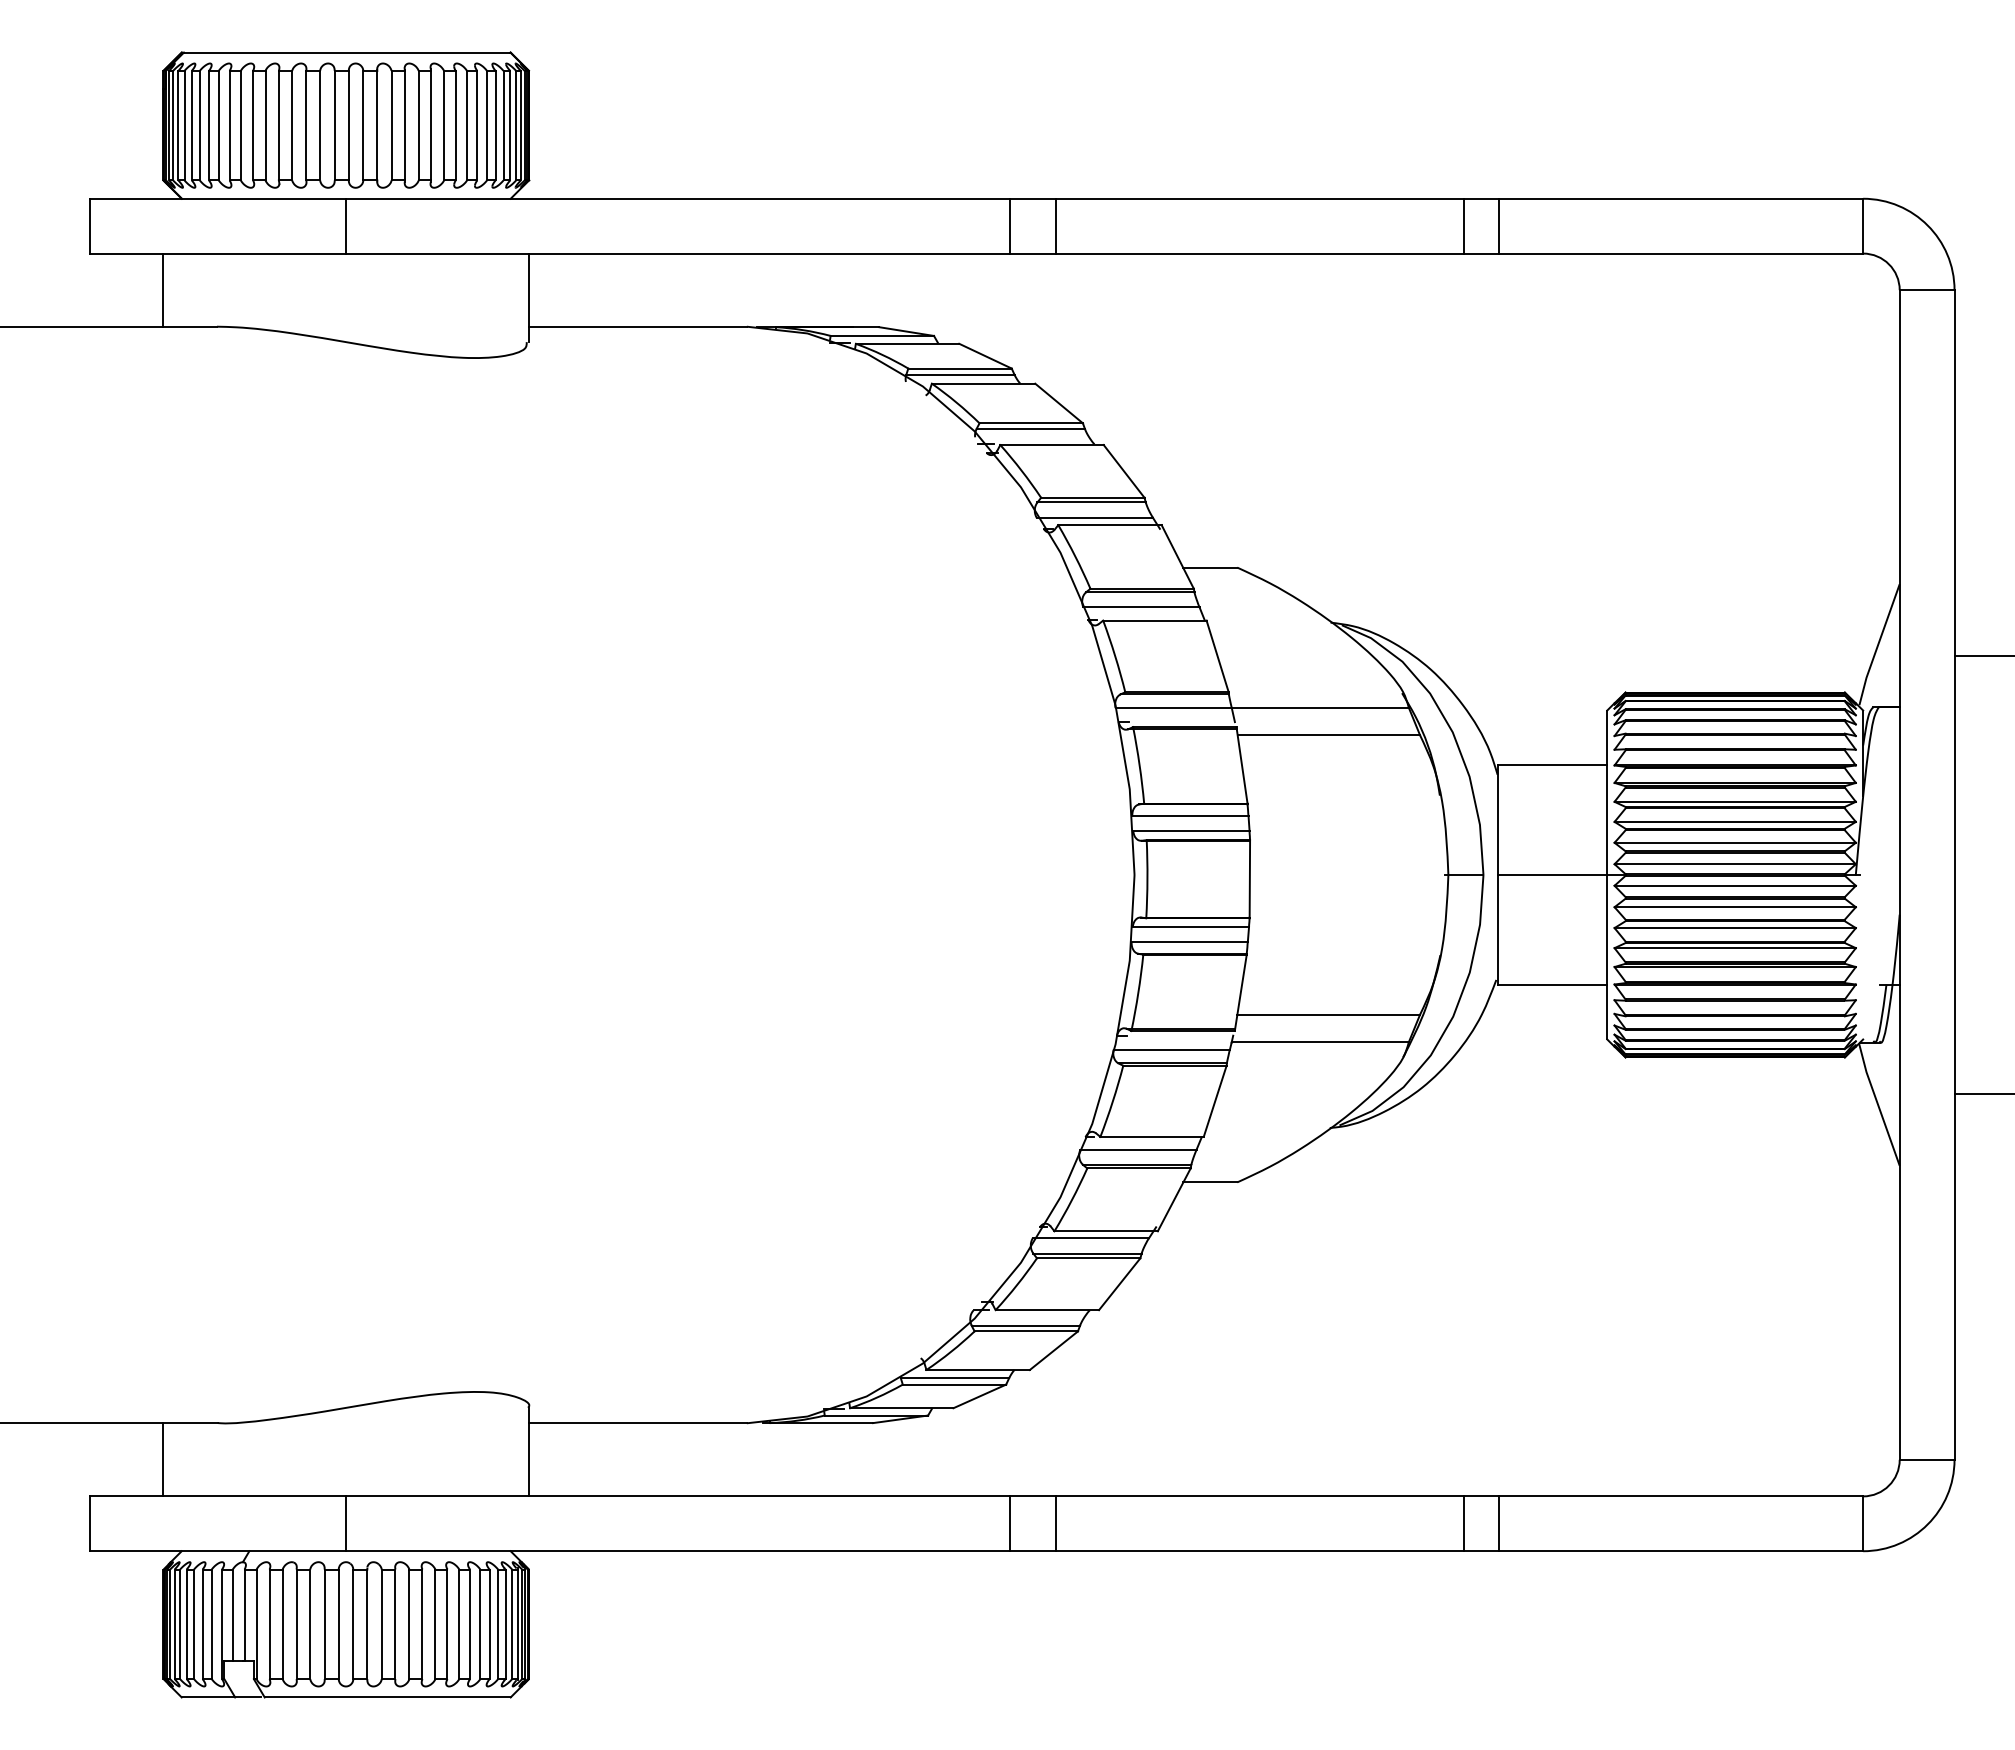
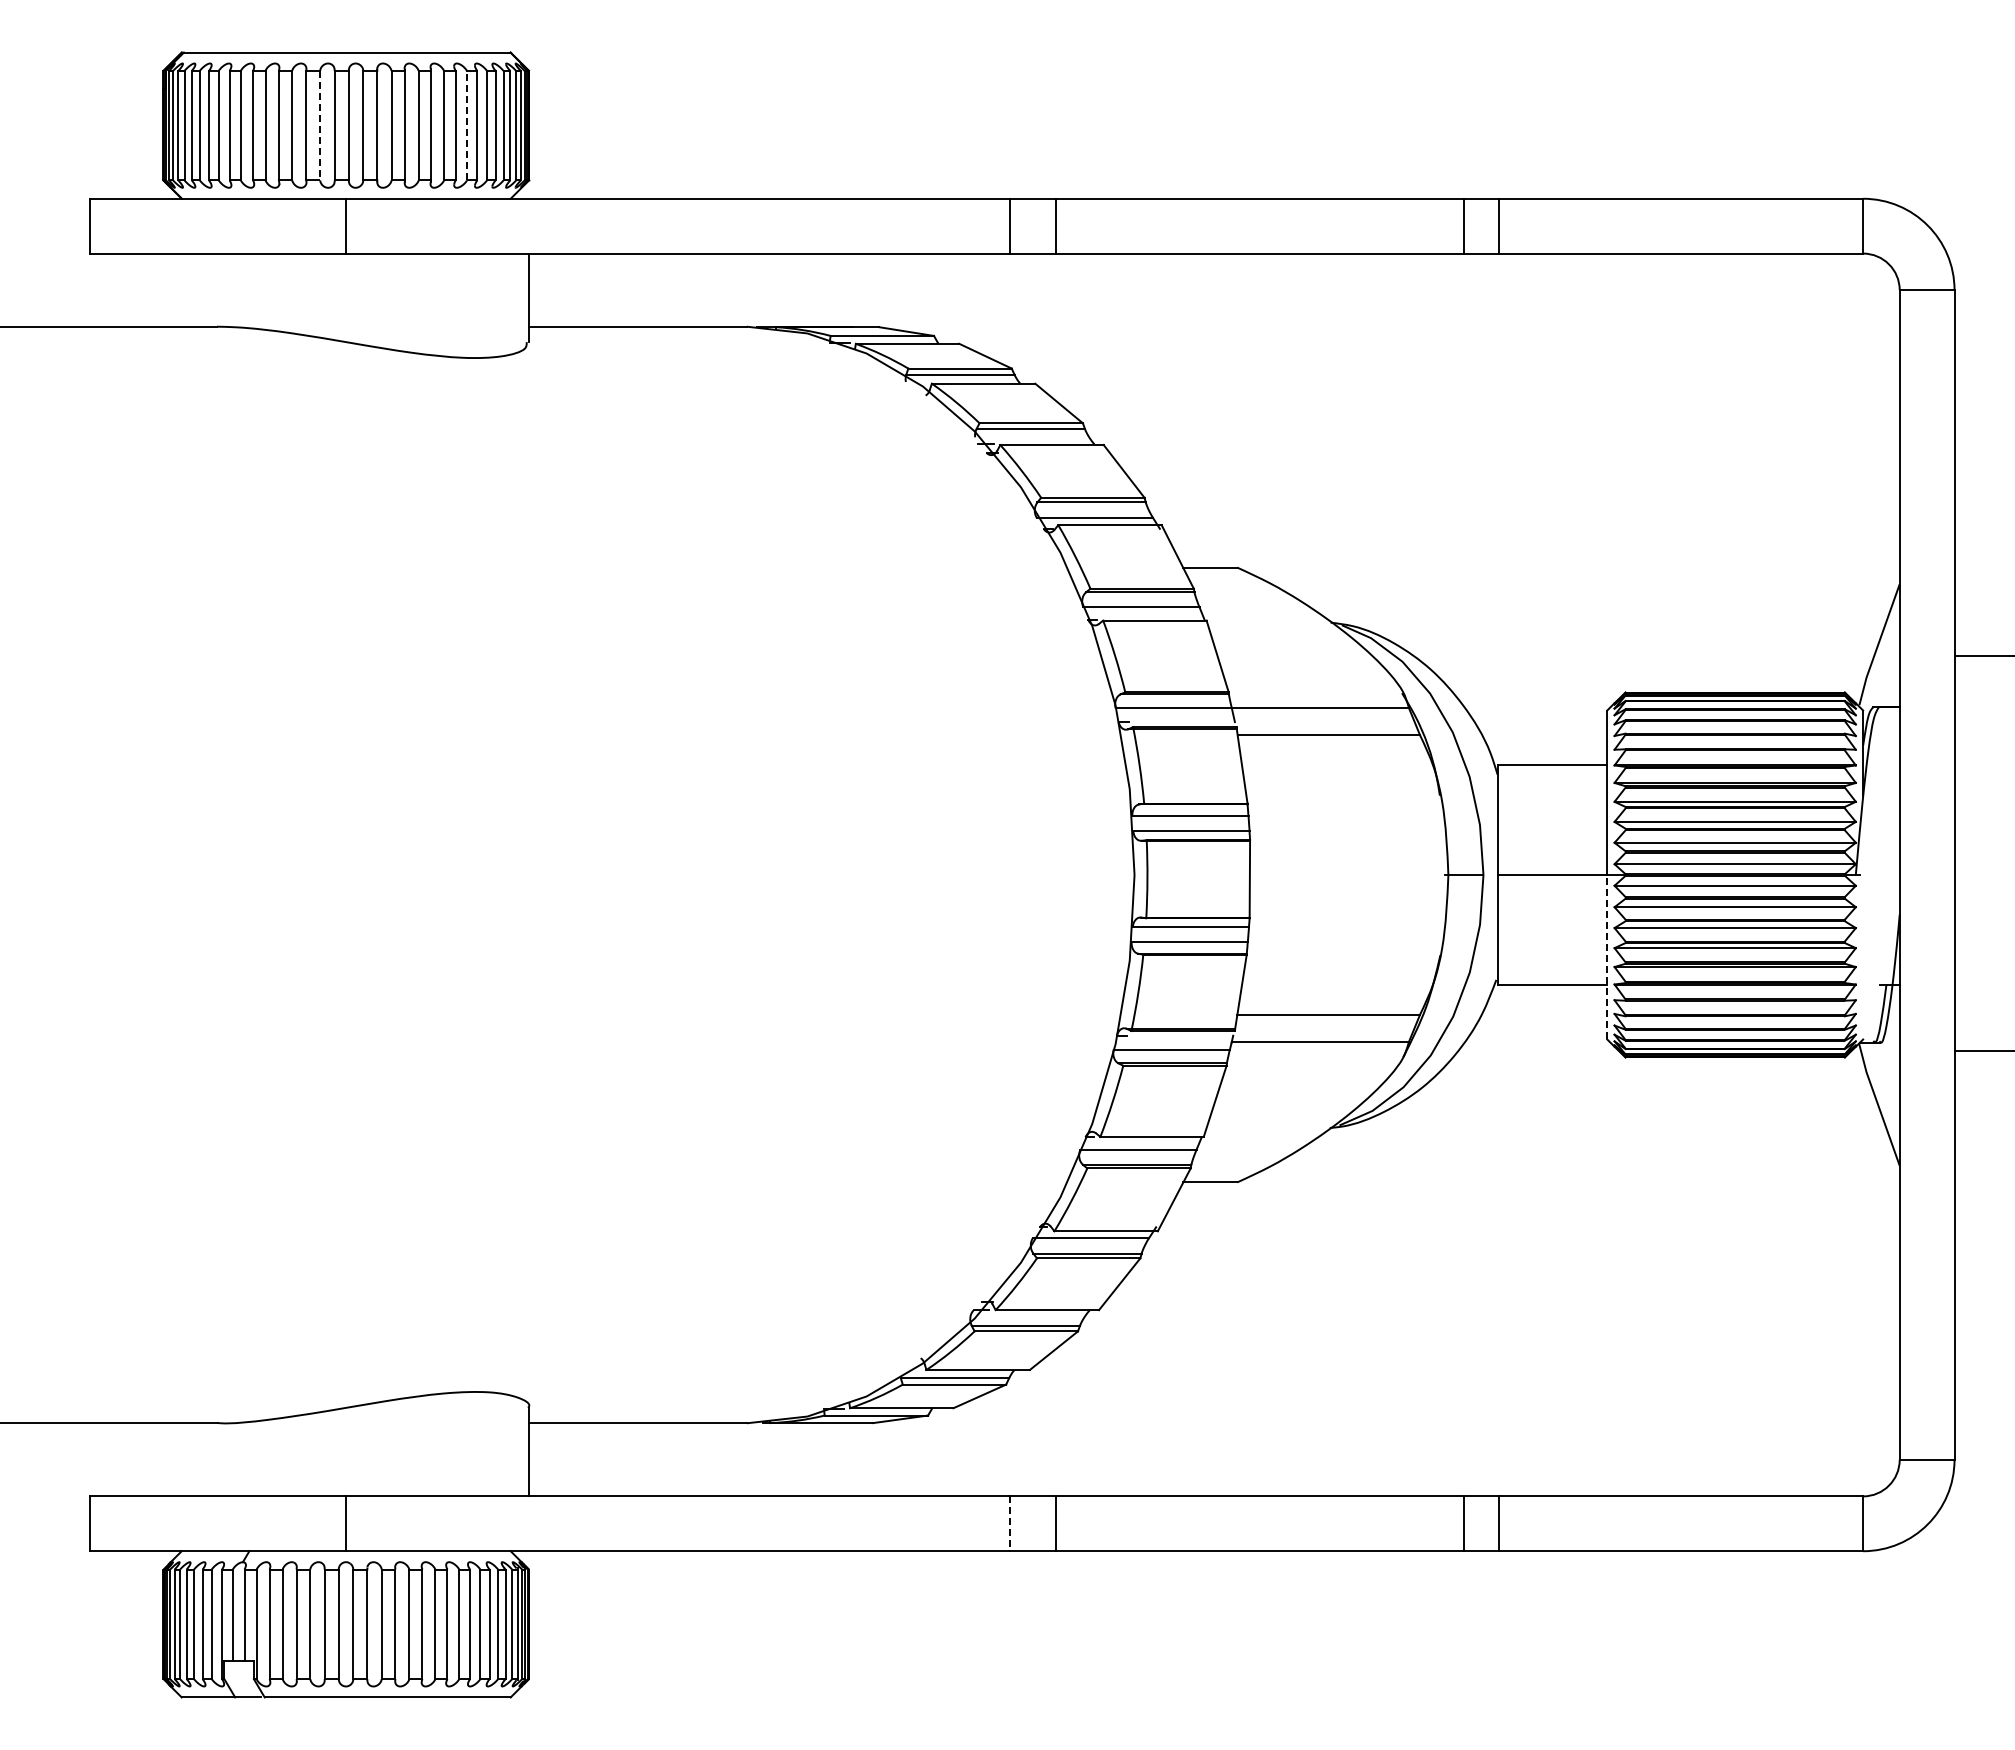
line at (320, 125): solid -> dashed
line at (467, 125): solid -> dashed
line at (163, 289): present -> none
line at (1607, 956): solid -> dashed
line at (1982, 1094) position: (1982, 1094) -> (1982, 1051)
line at (163, 1459): present -> none
line at (1009, 1524): solid -> dashed
